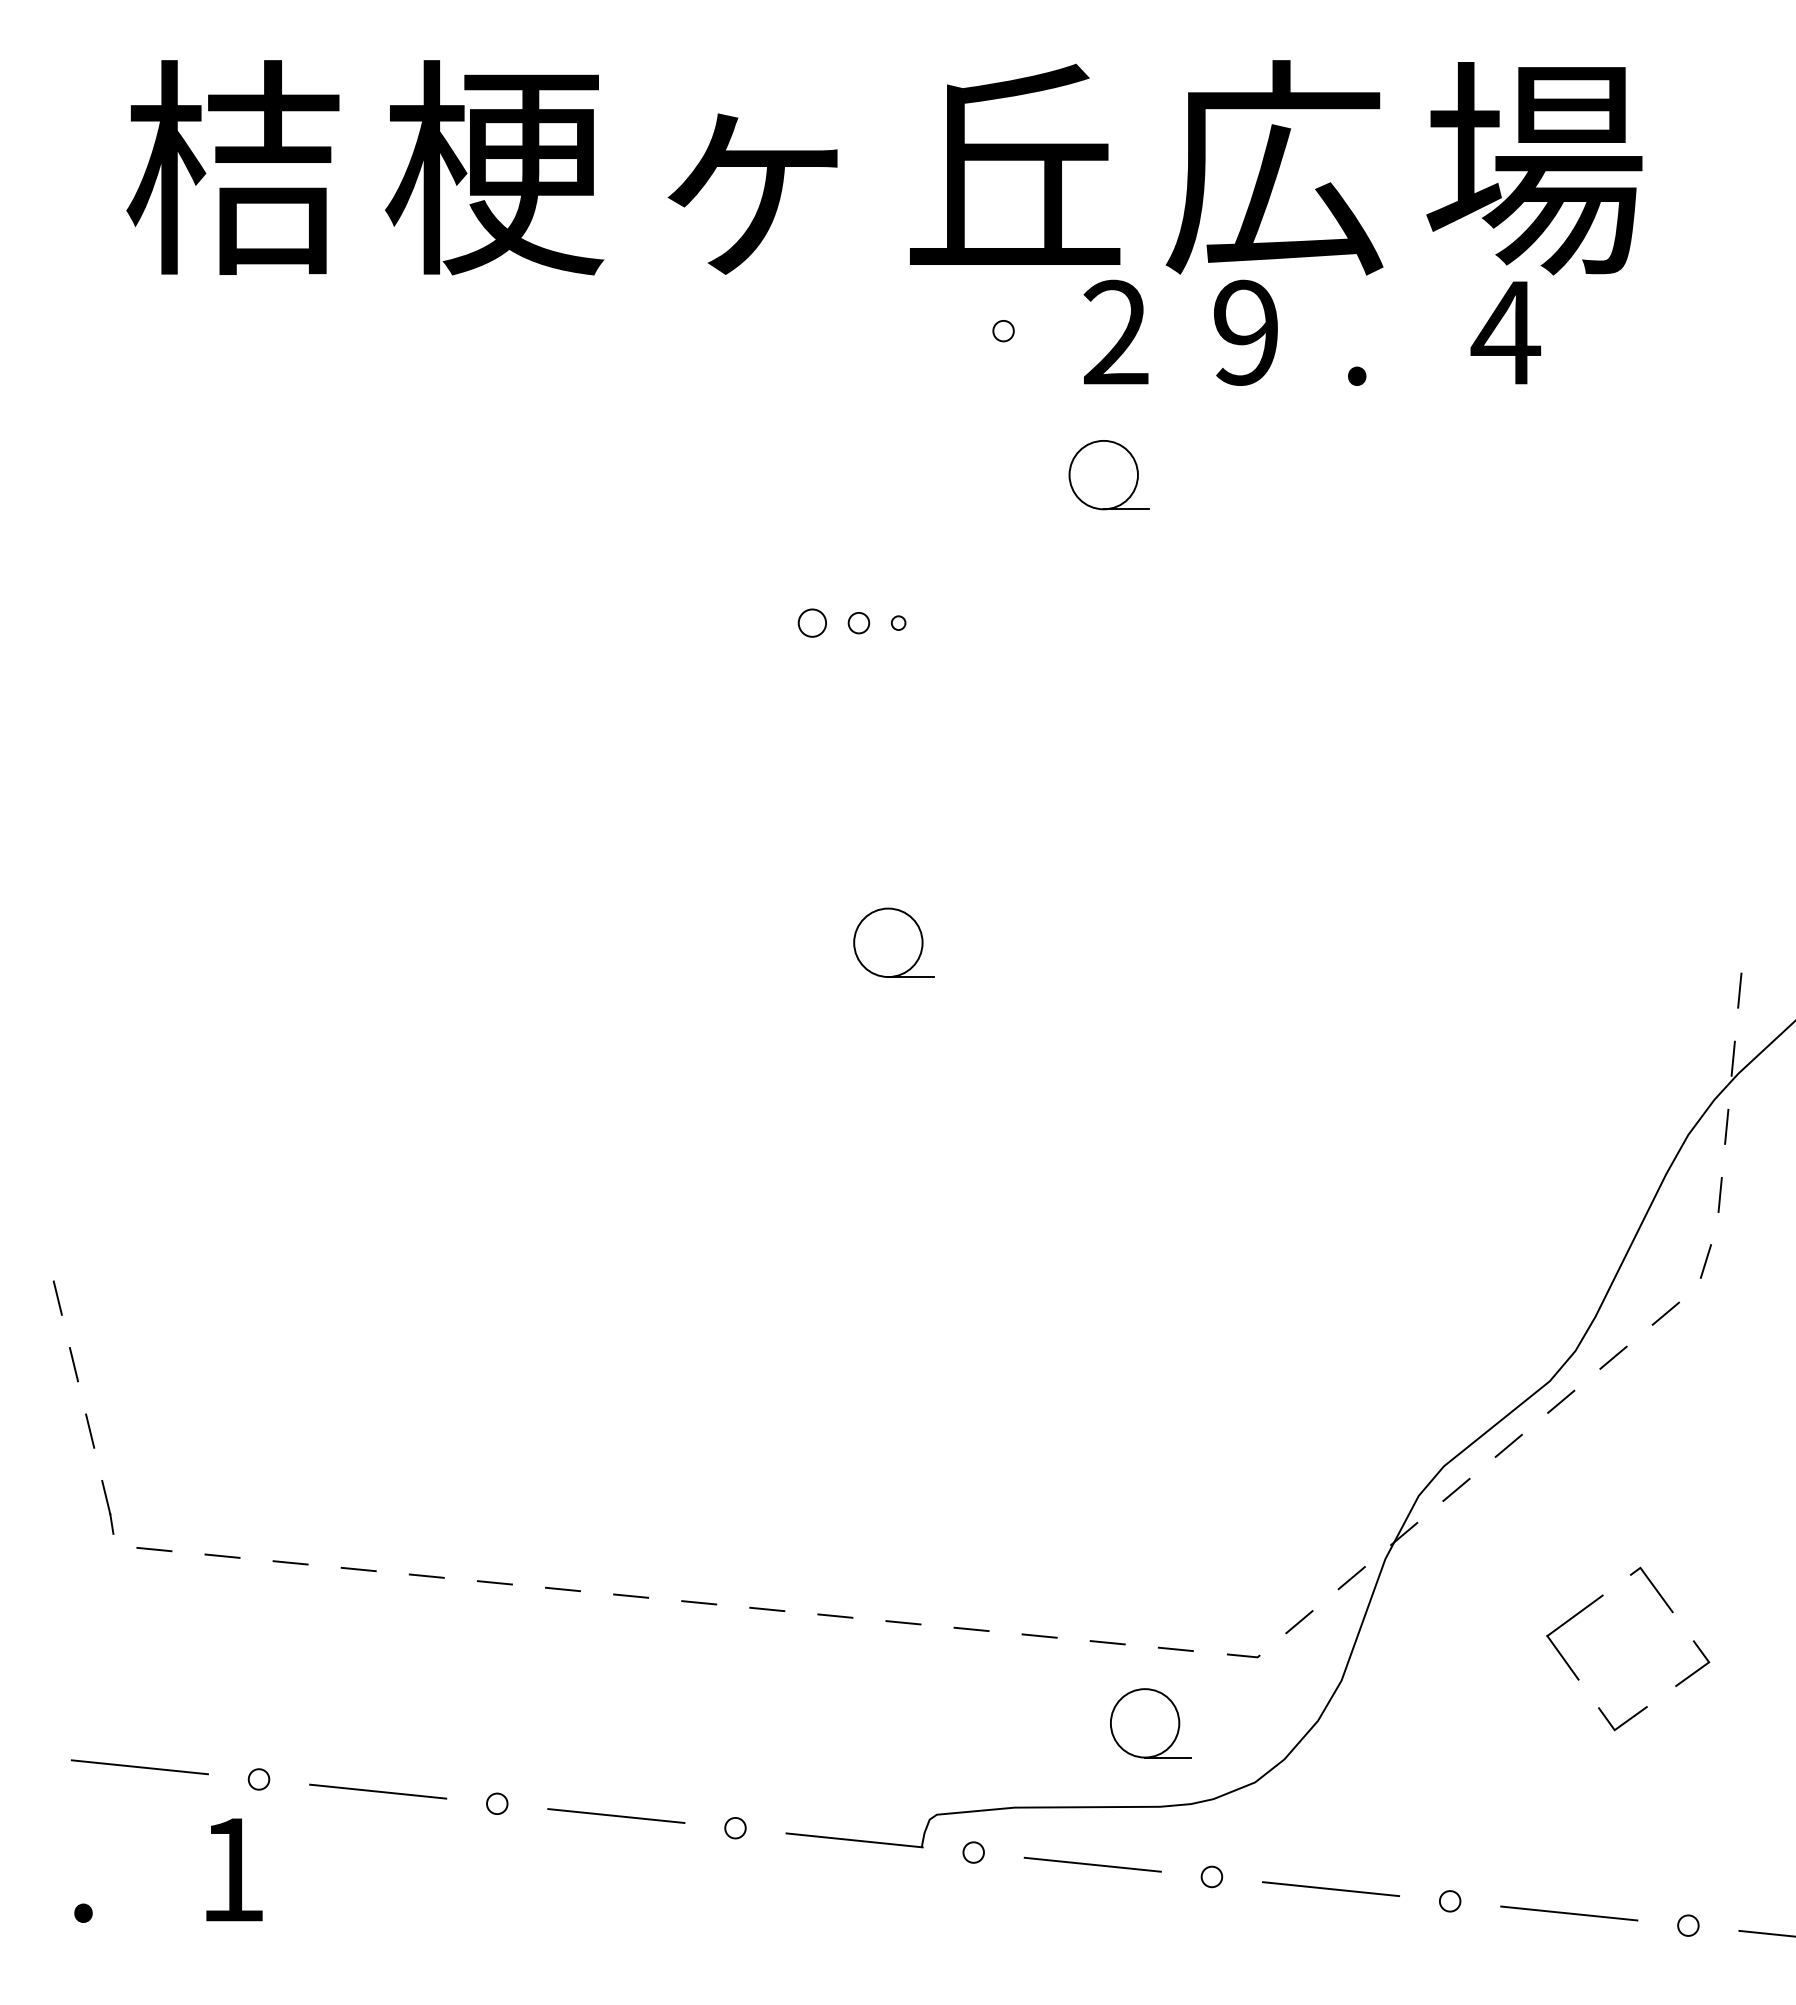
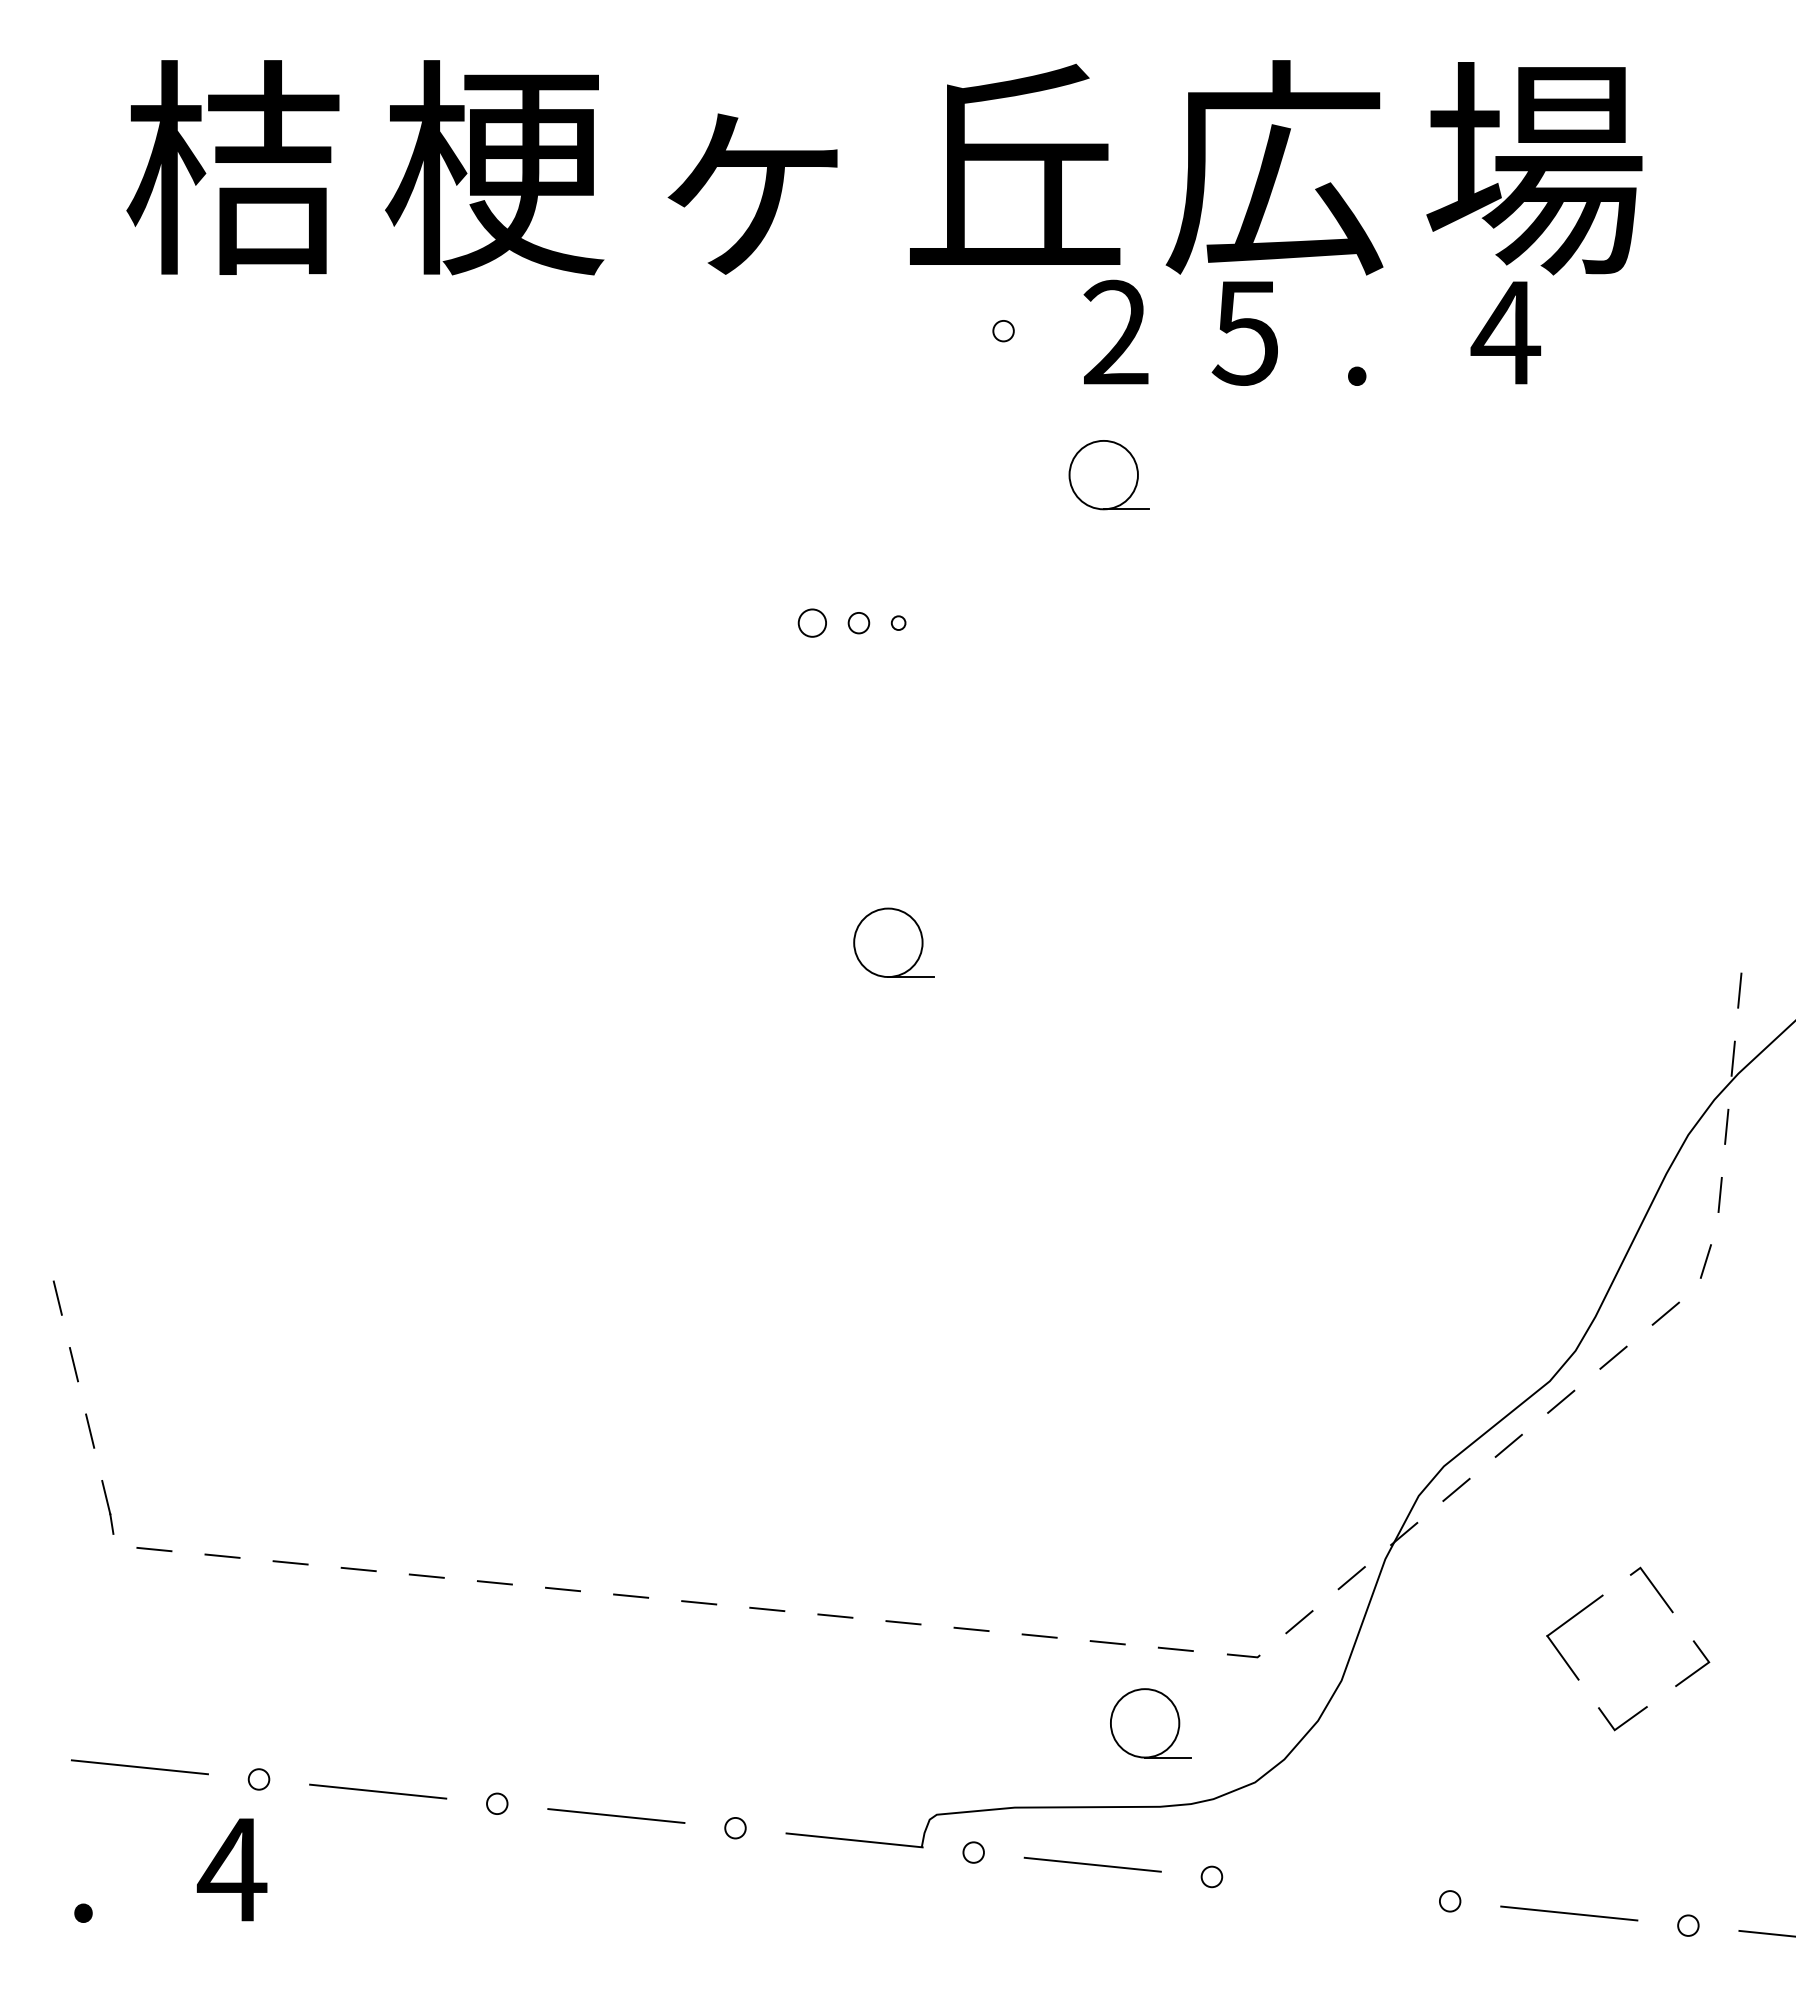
text at (1244, 332): 9 -> 5
text at (231, 1869): 1 -> 4
line at (1330, 1889): present -> none
